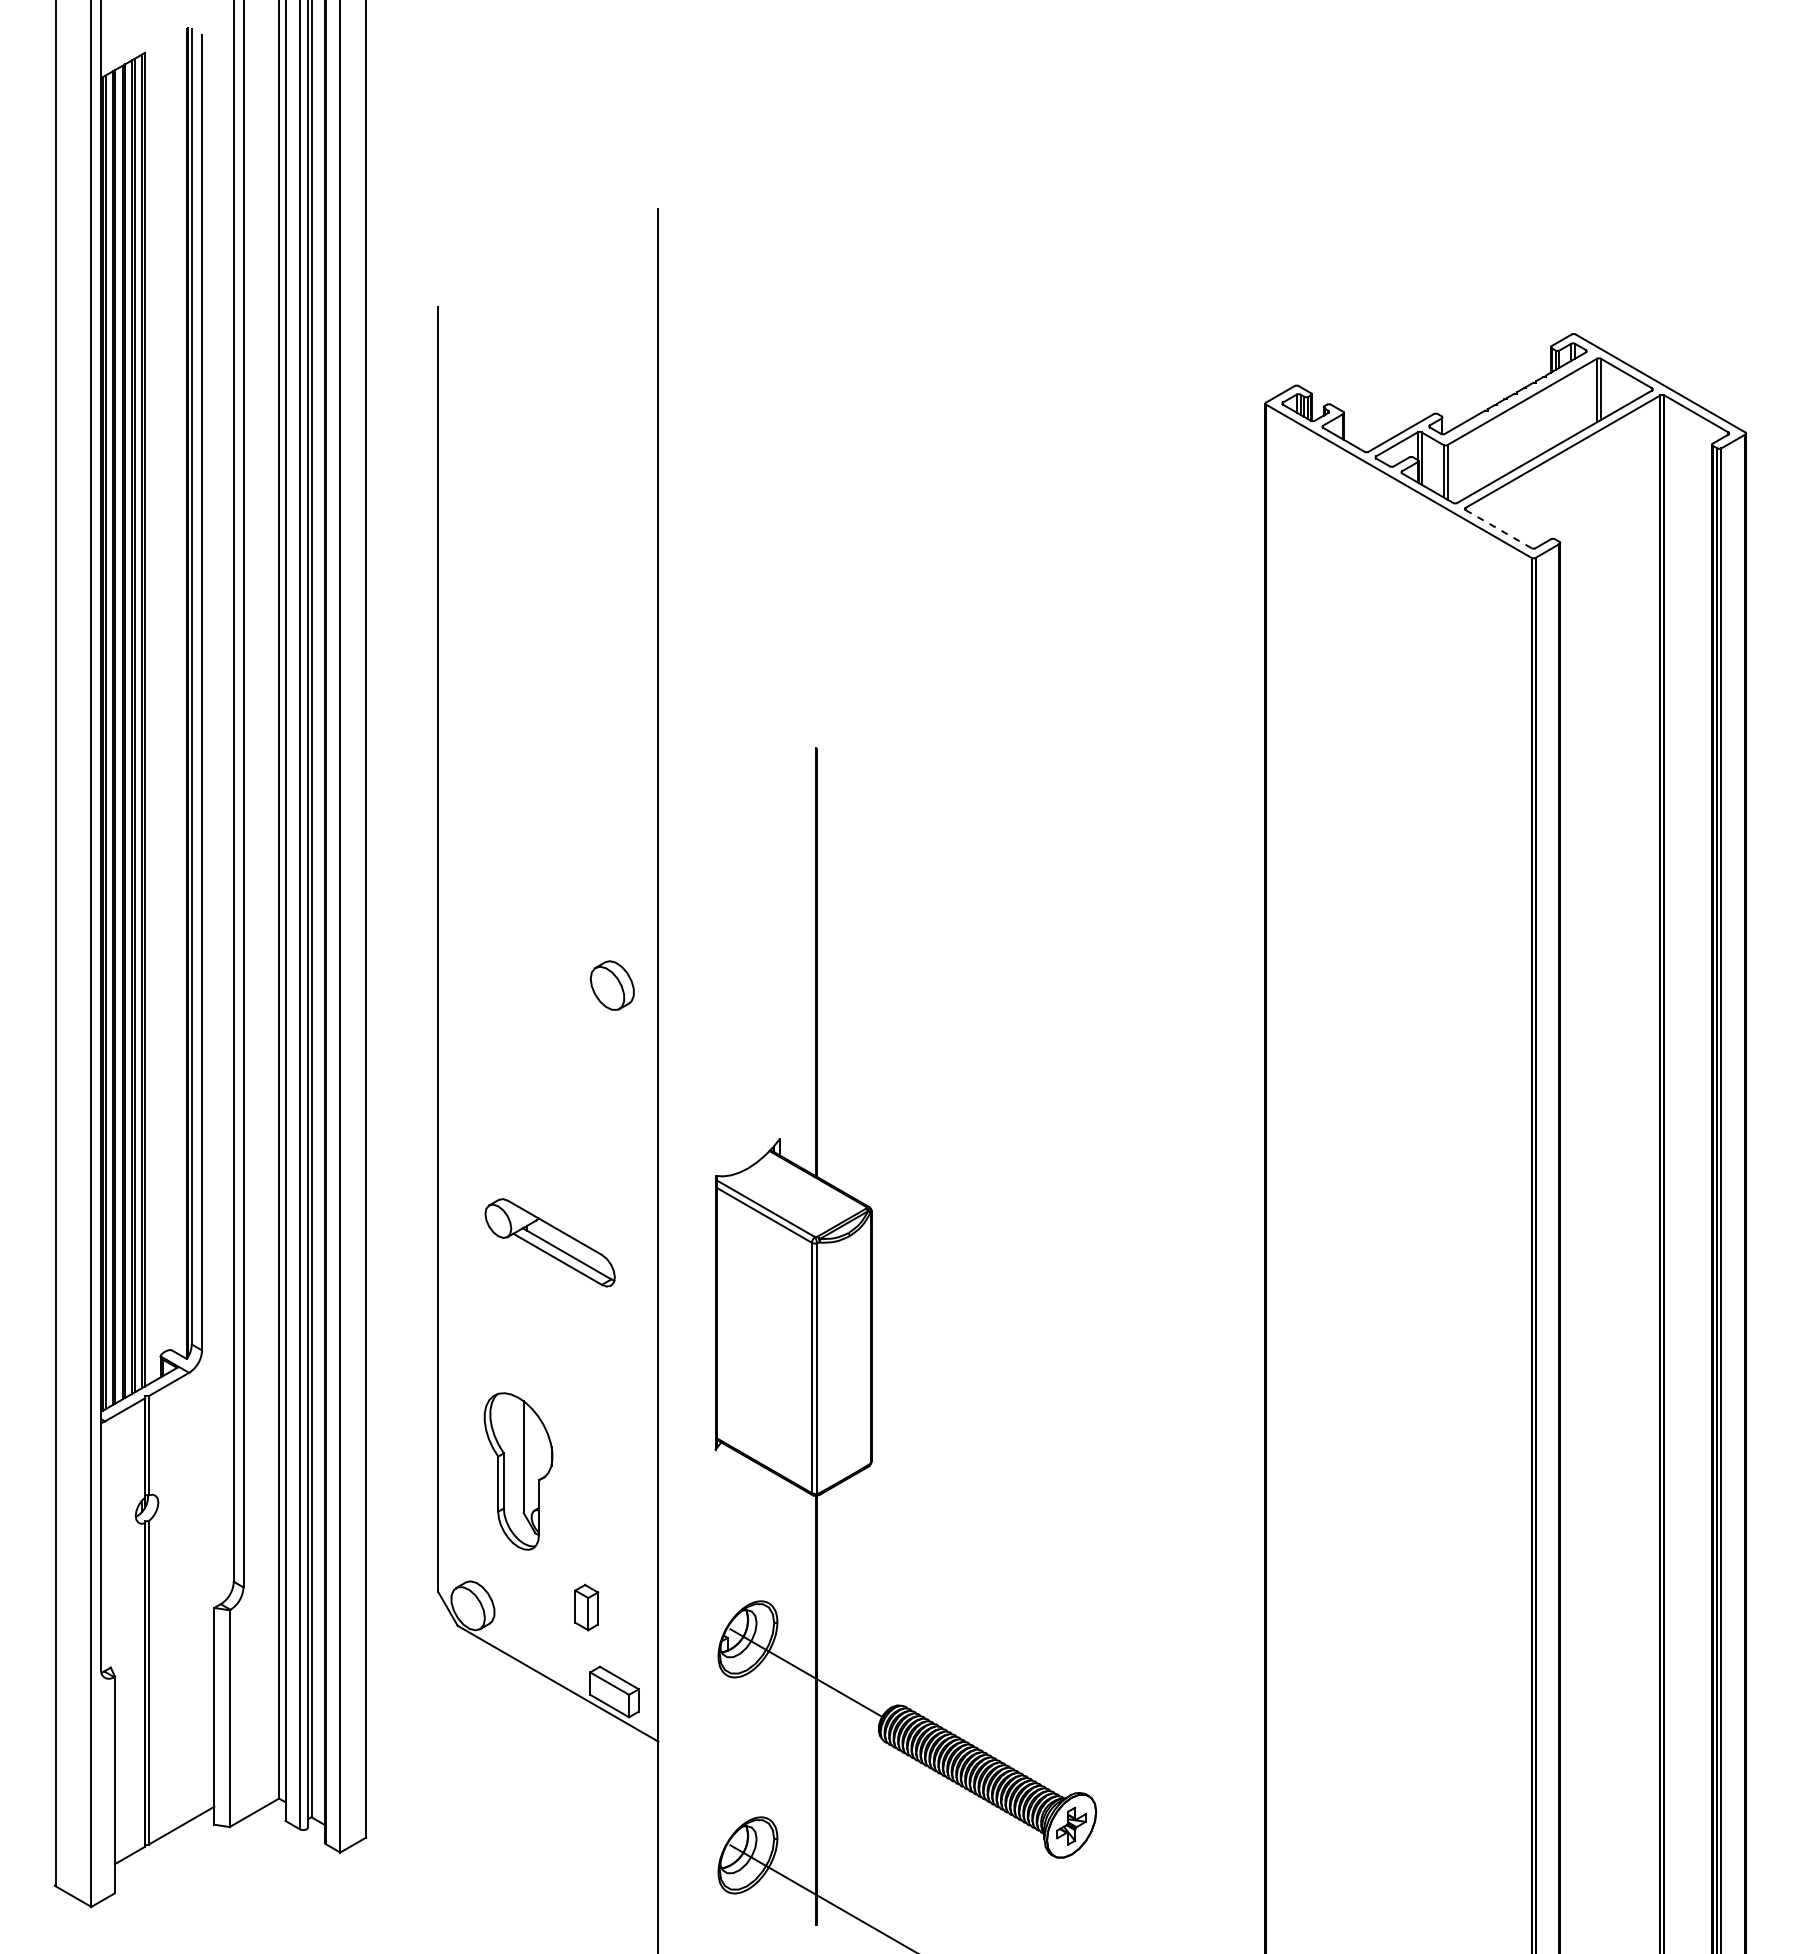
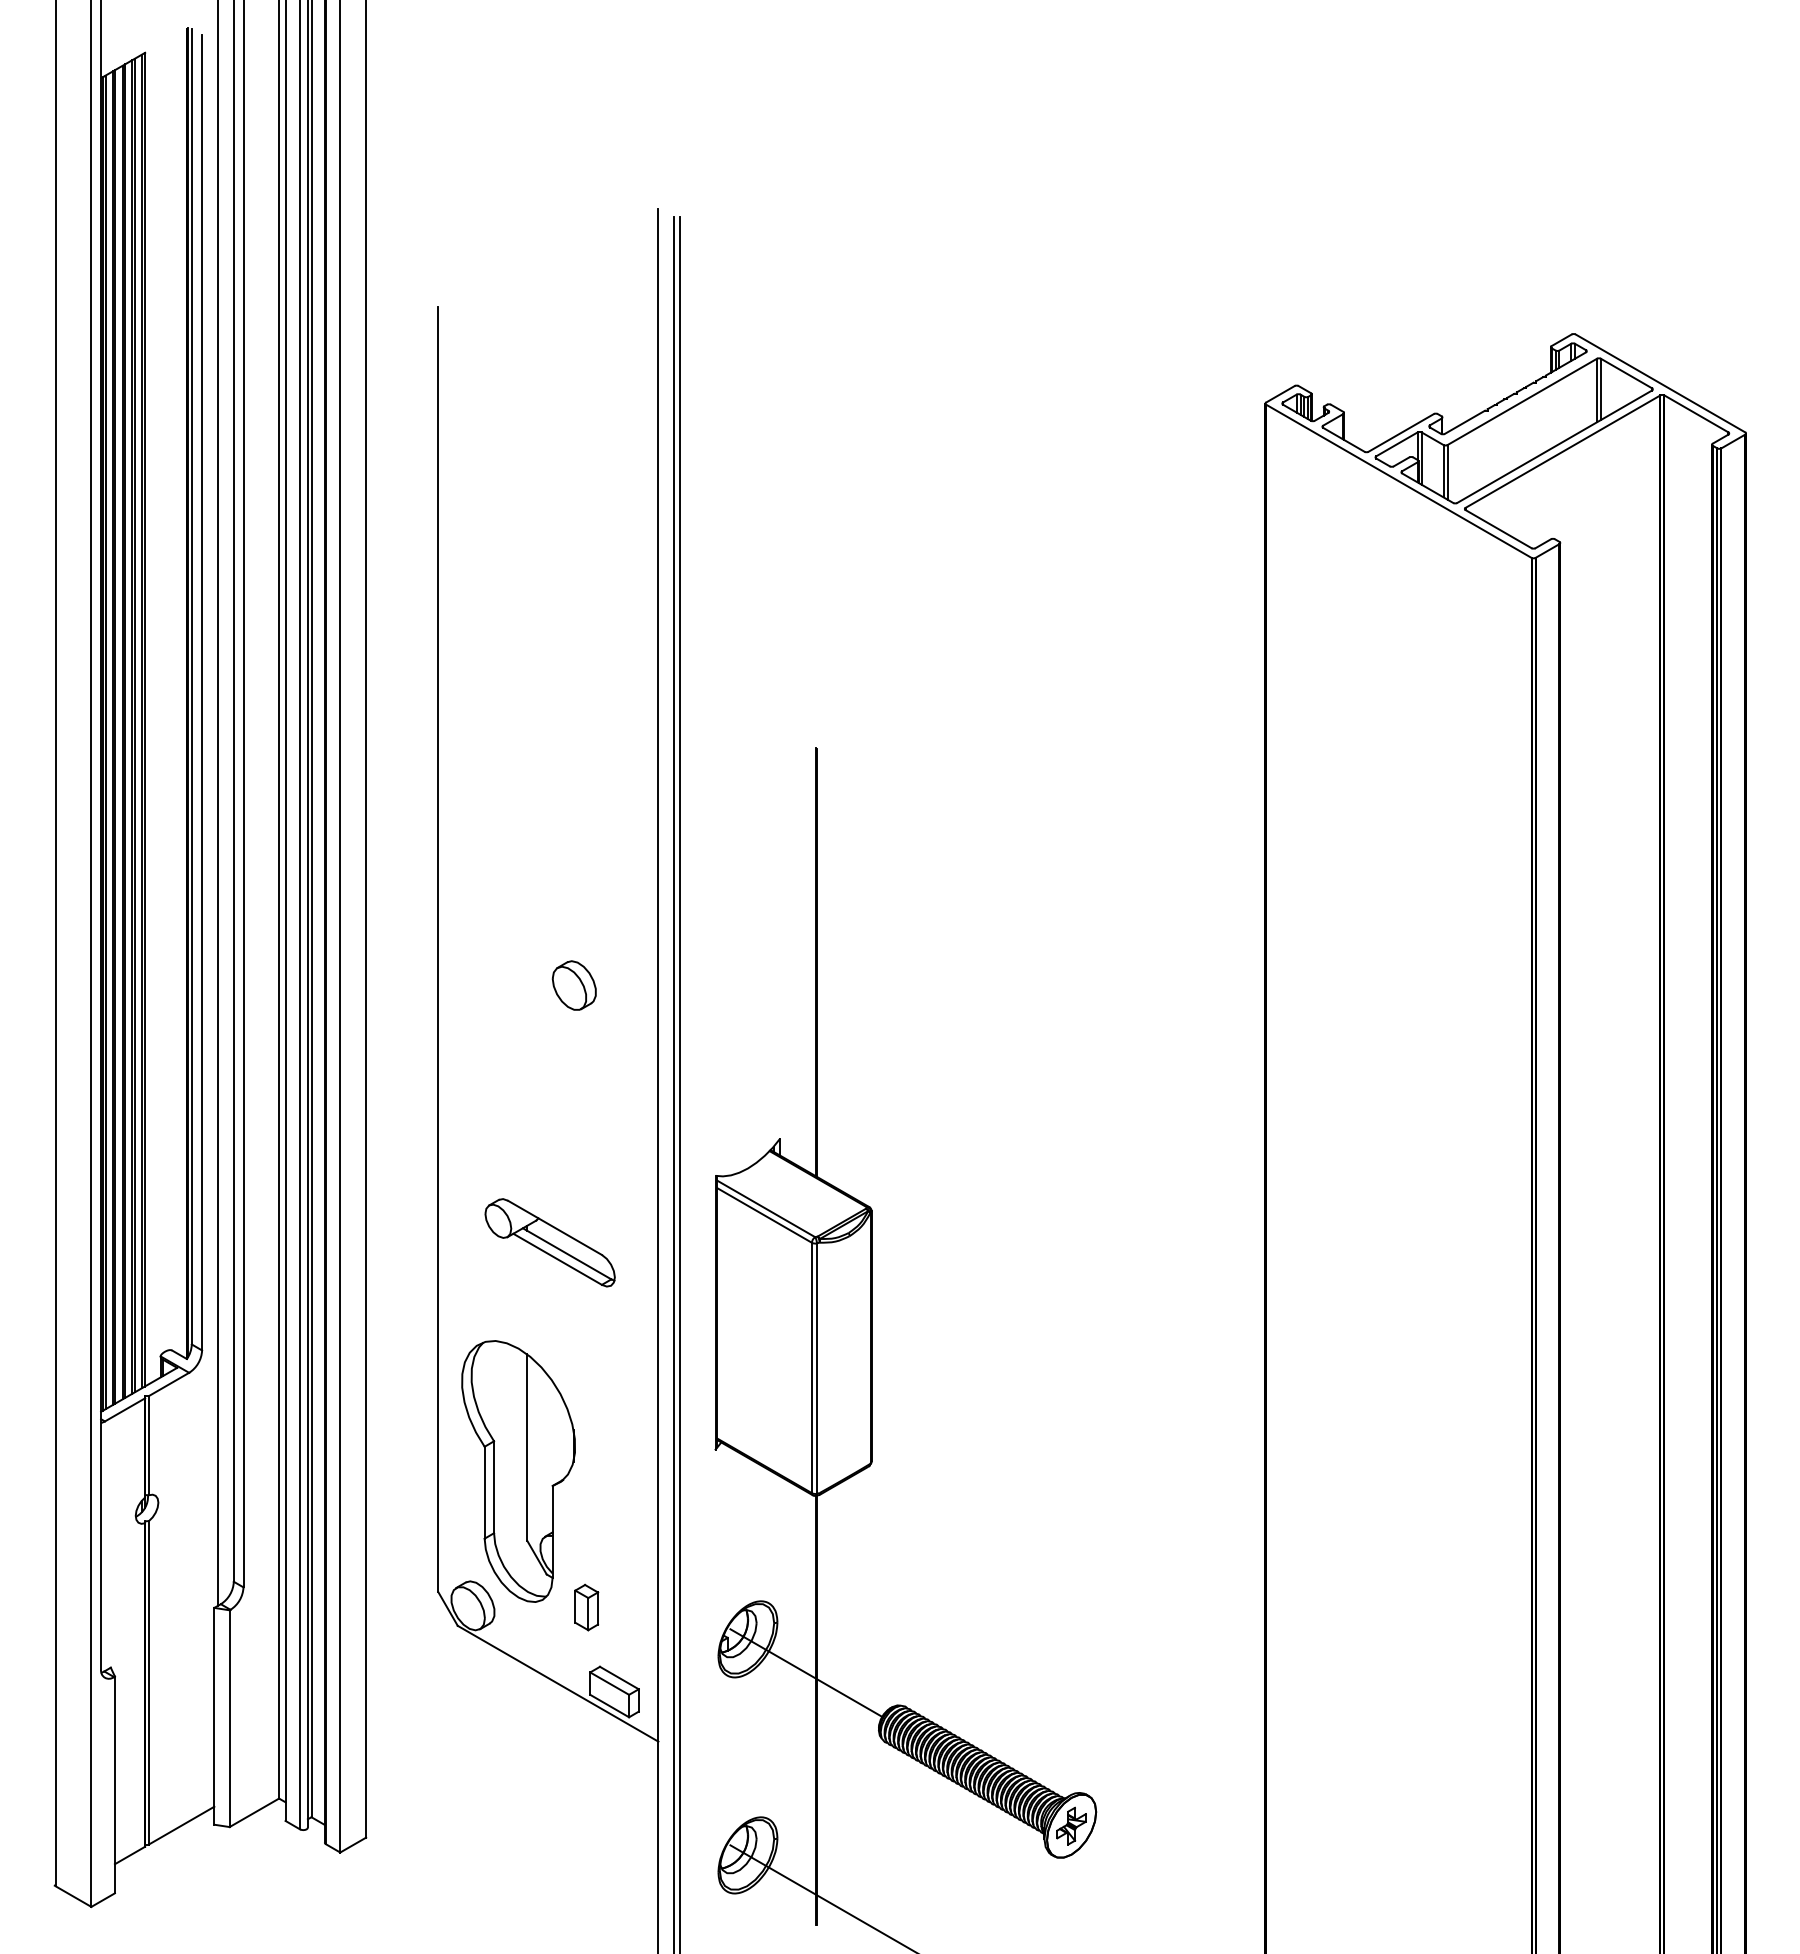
line at (1498, 528): dashed -> solid
line at (218, 803): none -> present
part at (611, 985) position: (611, 985) -> (573, 985)
line at (673, 1083): none -> present
line at (679, 1083): none -> present
part at (518, 1471) size: 71x159 px -> 115x263 px
